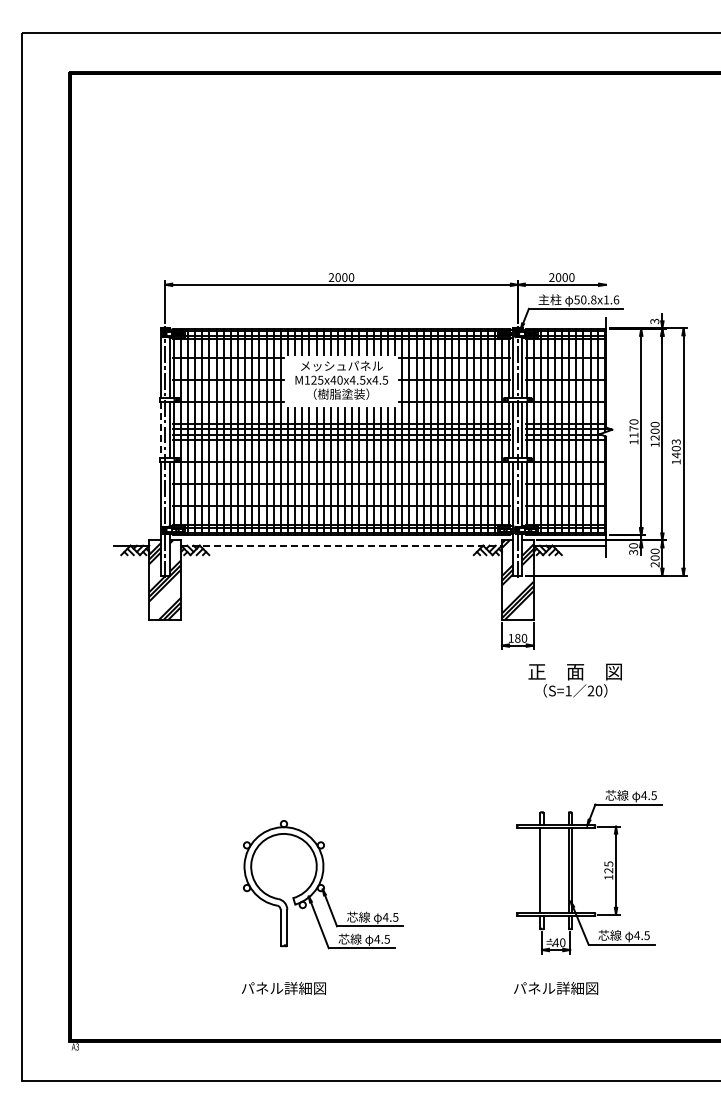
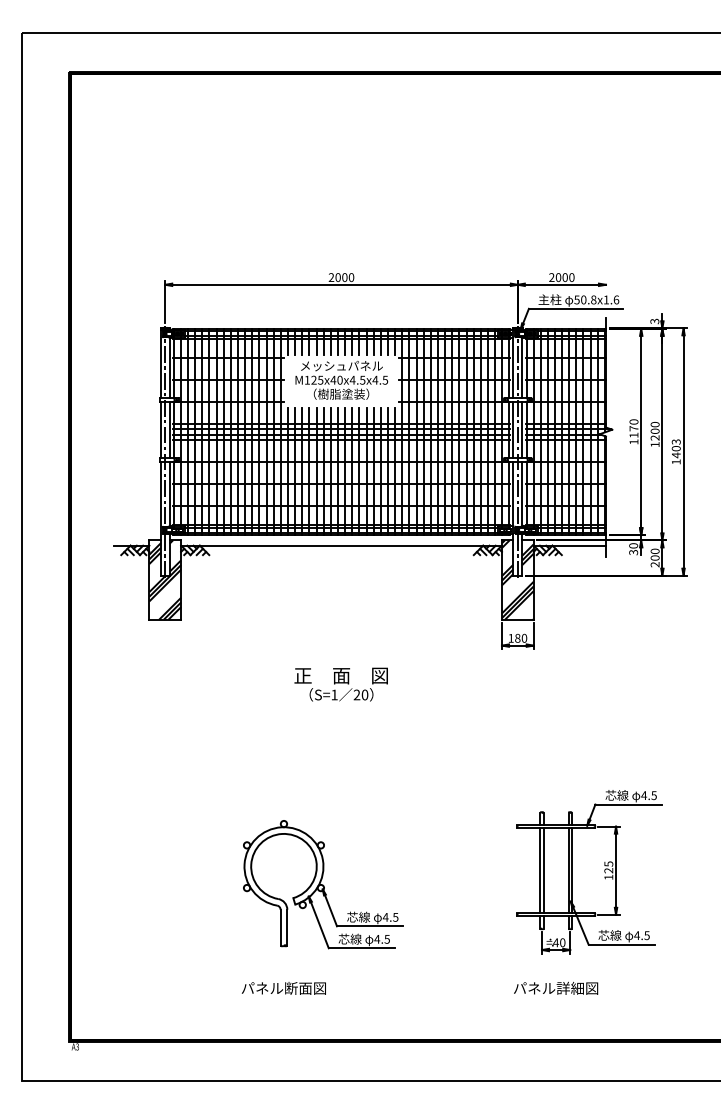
line at (160, 430): dashed -> solid
line at (342, 545): dashed -> solid
text at (574, 680) position: (574, 680) -> (340, 684)
line at (543, 870): none -> present
text at (297, 987): パネル詳細図 -> パネル断面図
